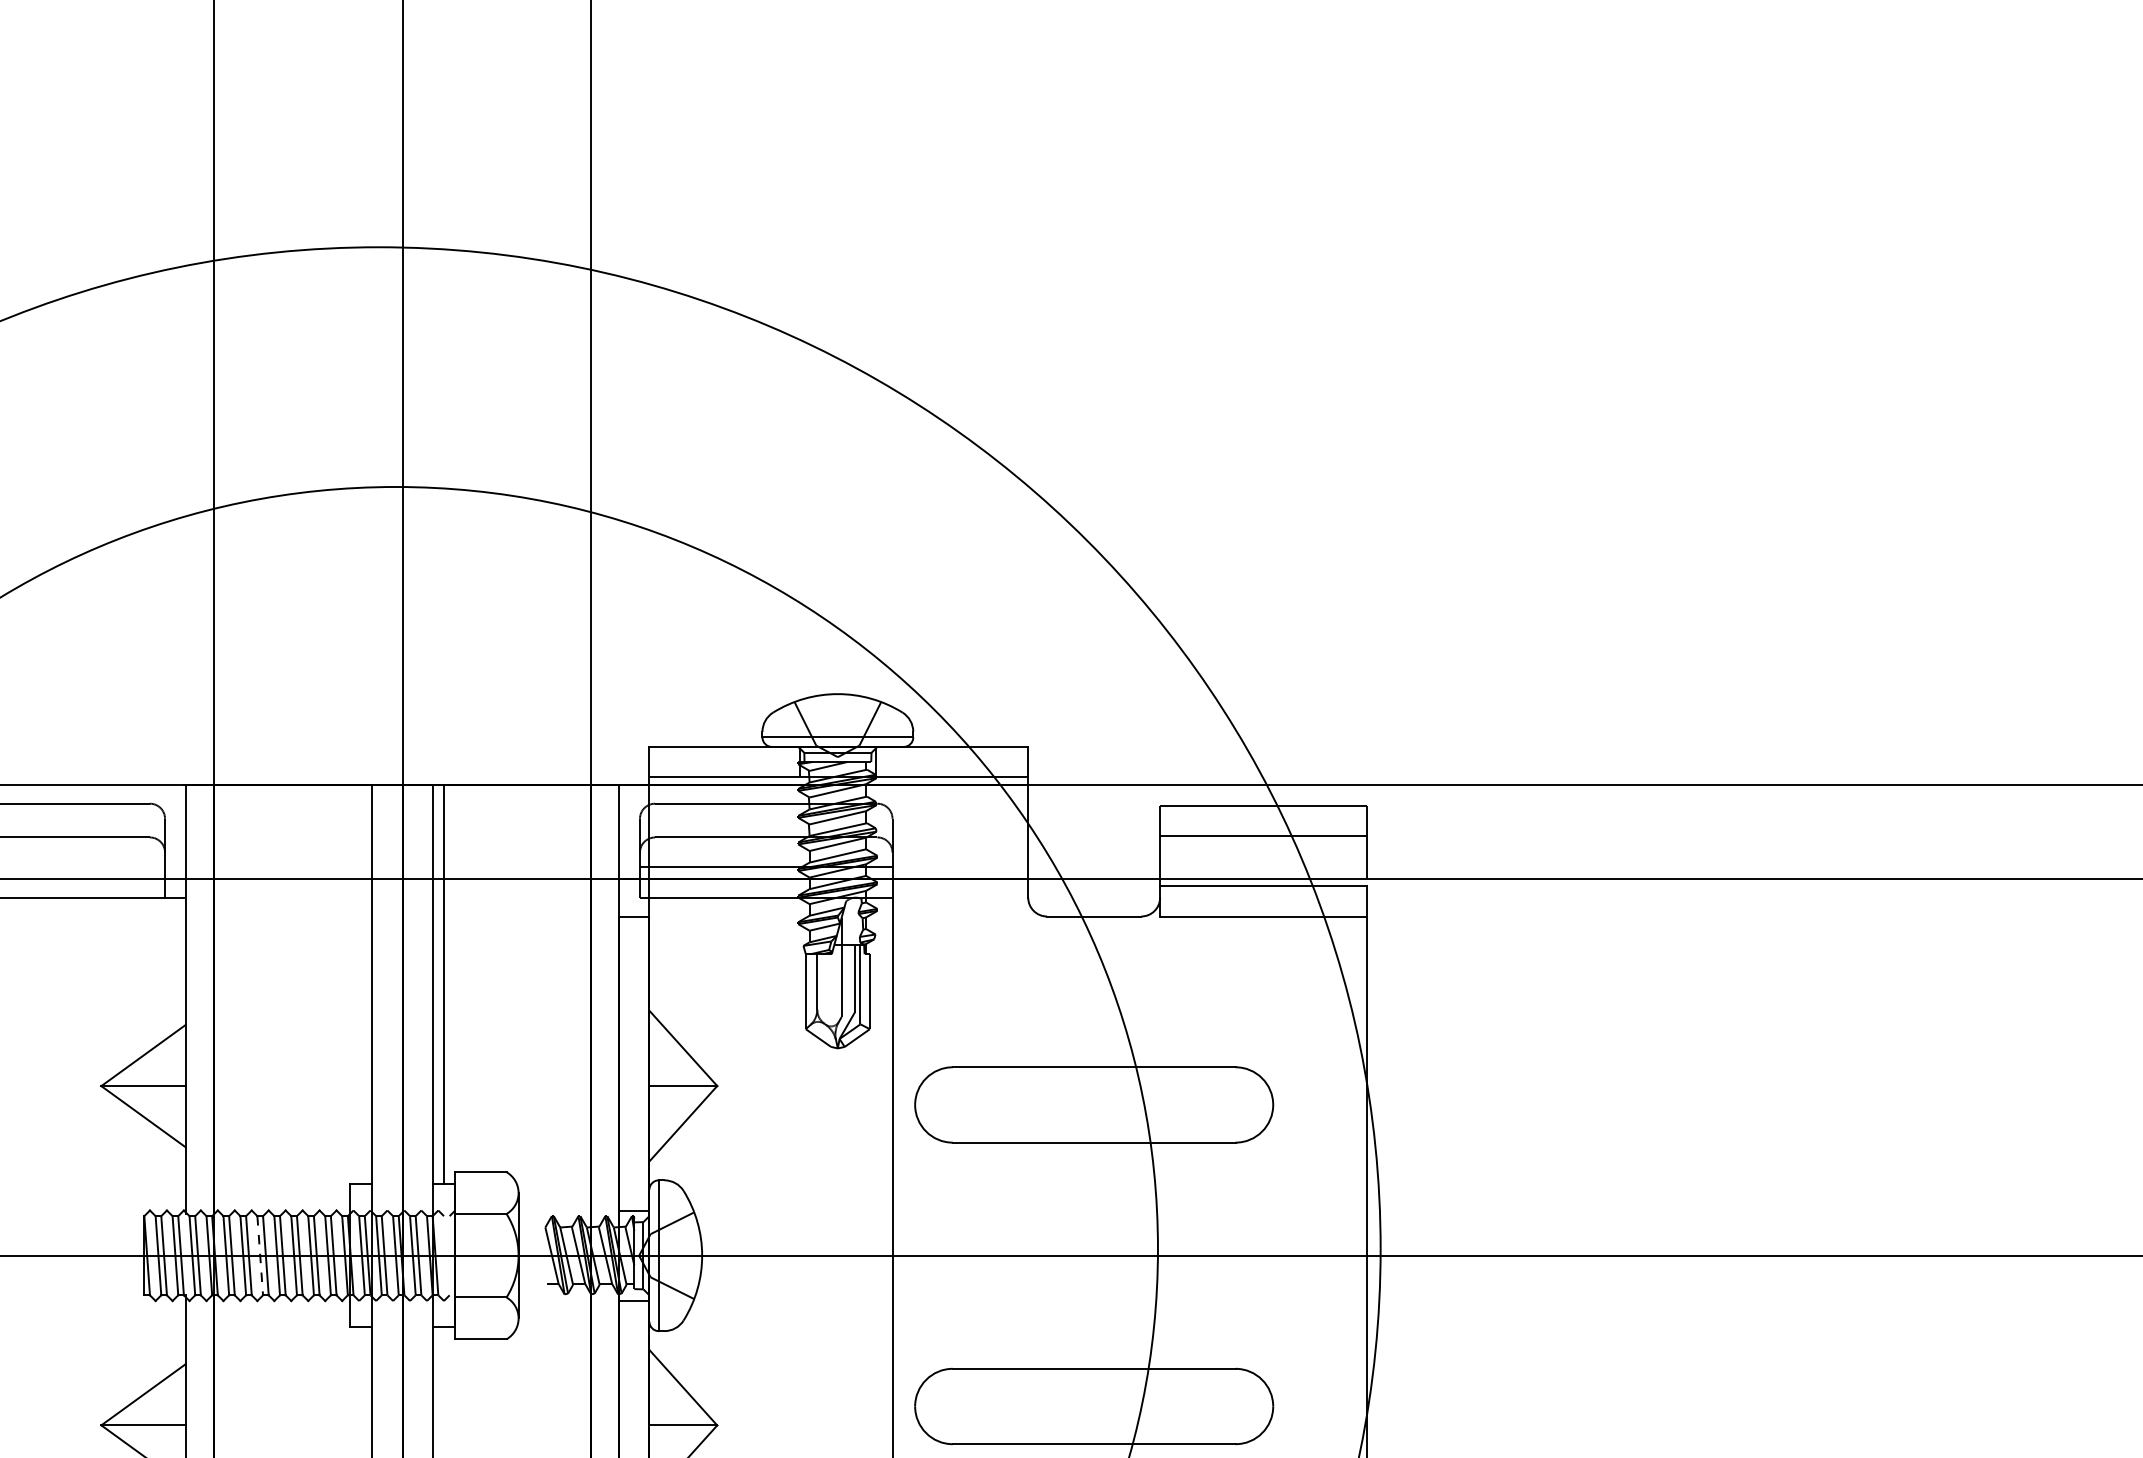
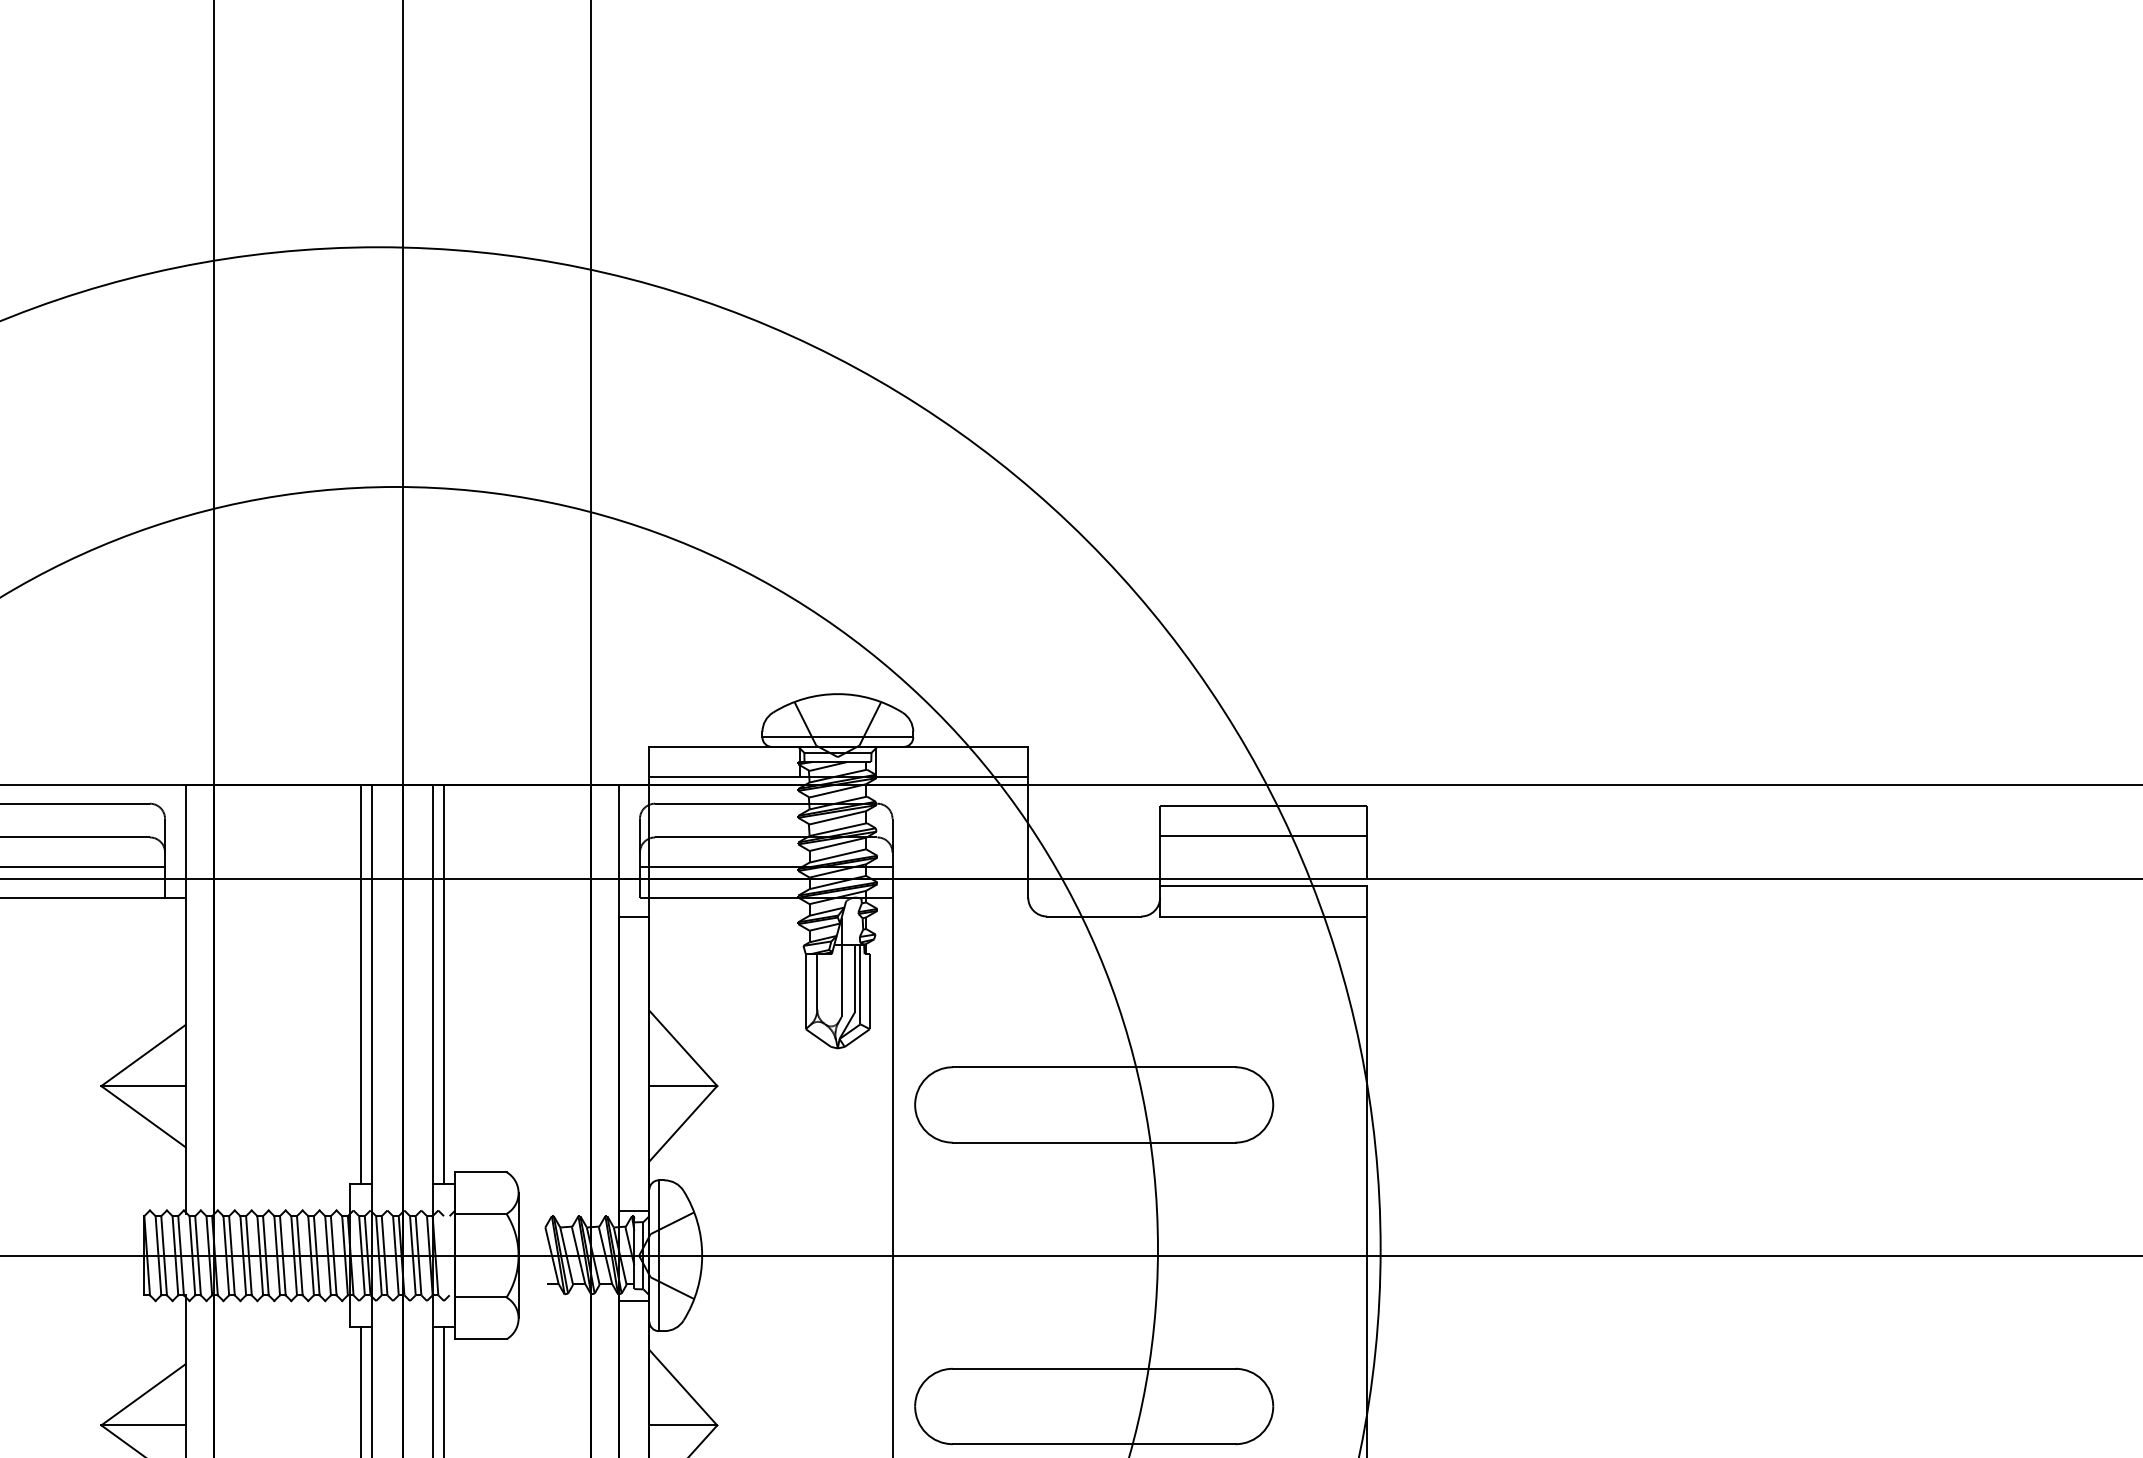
line at (83, 866): none -> present
line at (361, 984): none -> present
line at (260, 1255): dashed -> solid
line at (361, 1390): none -> present
line at (443, 1390): none -> present
